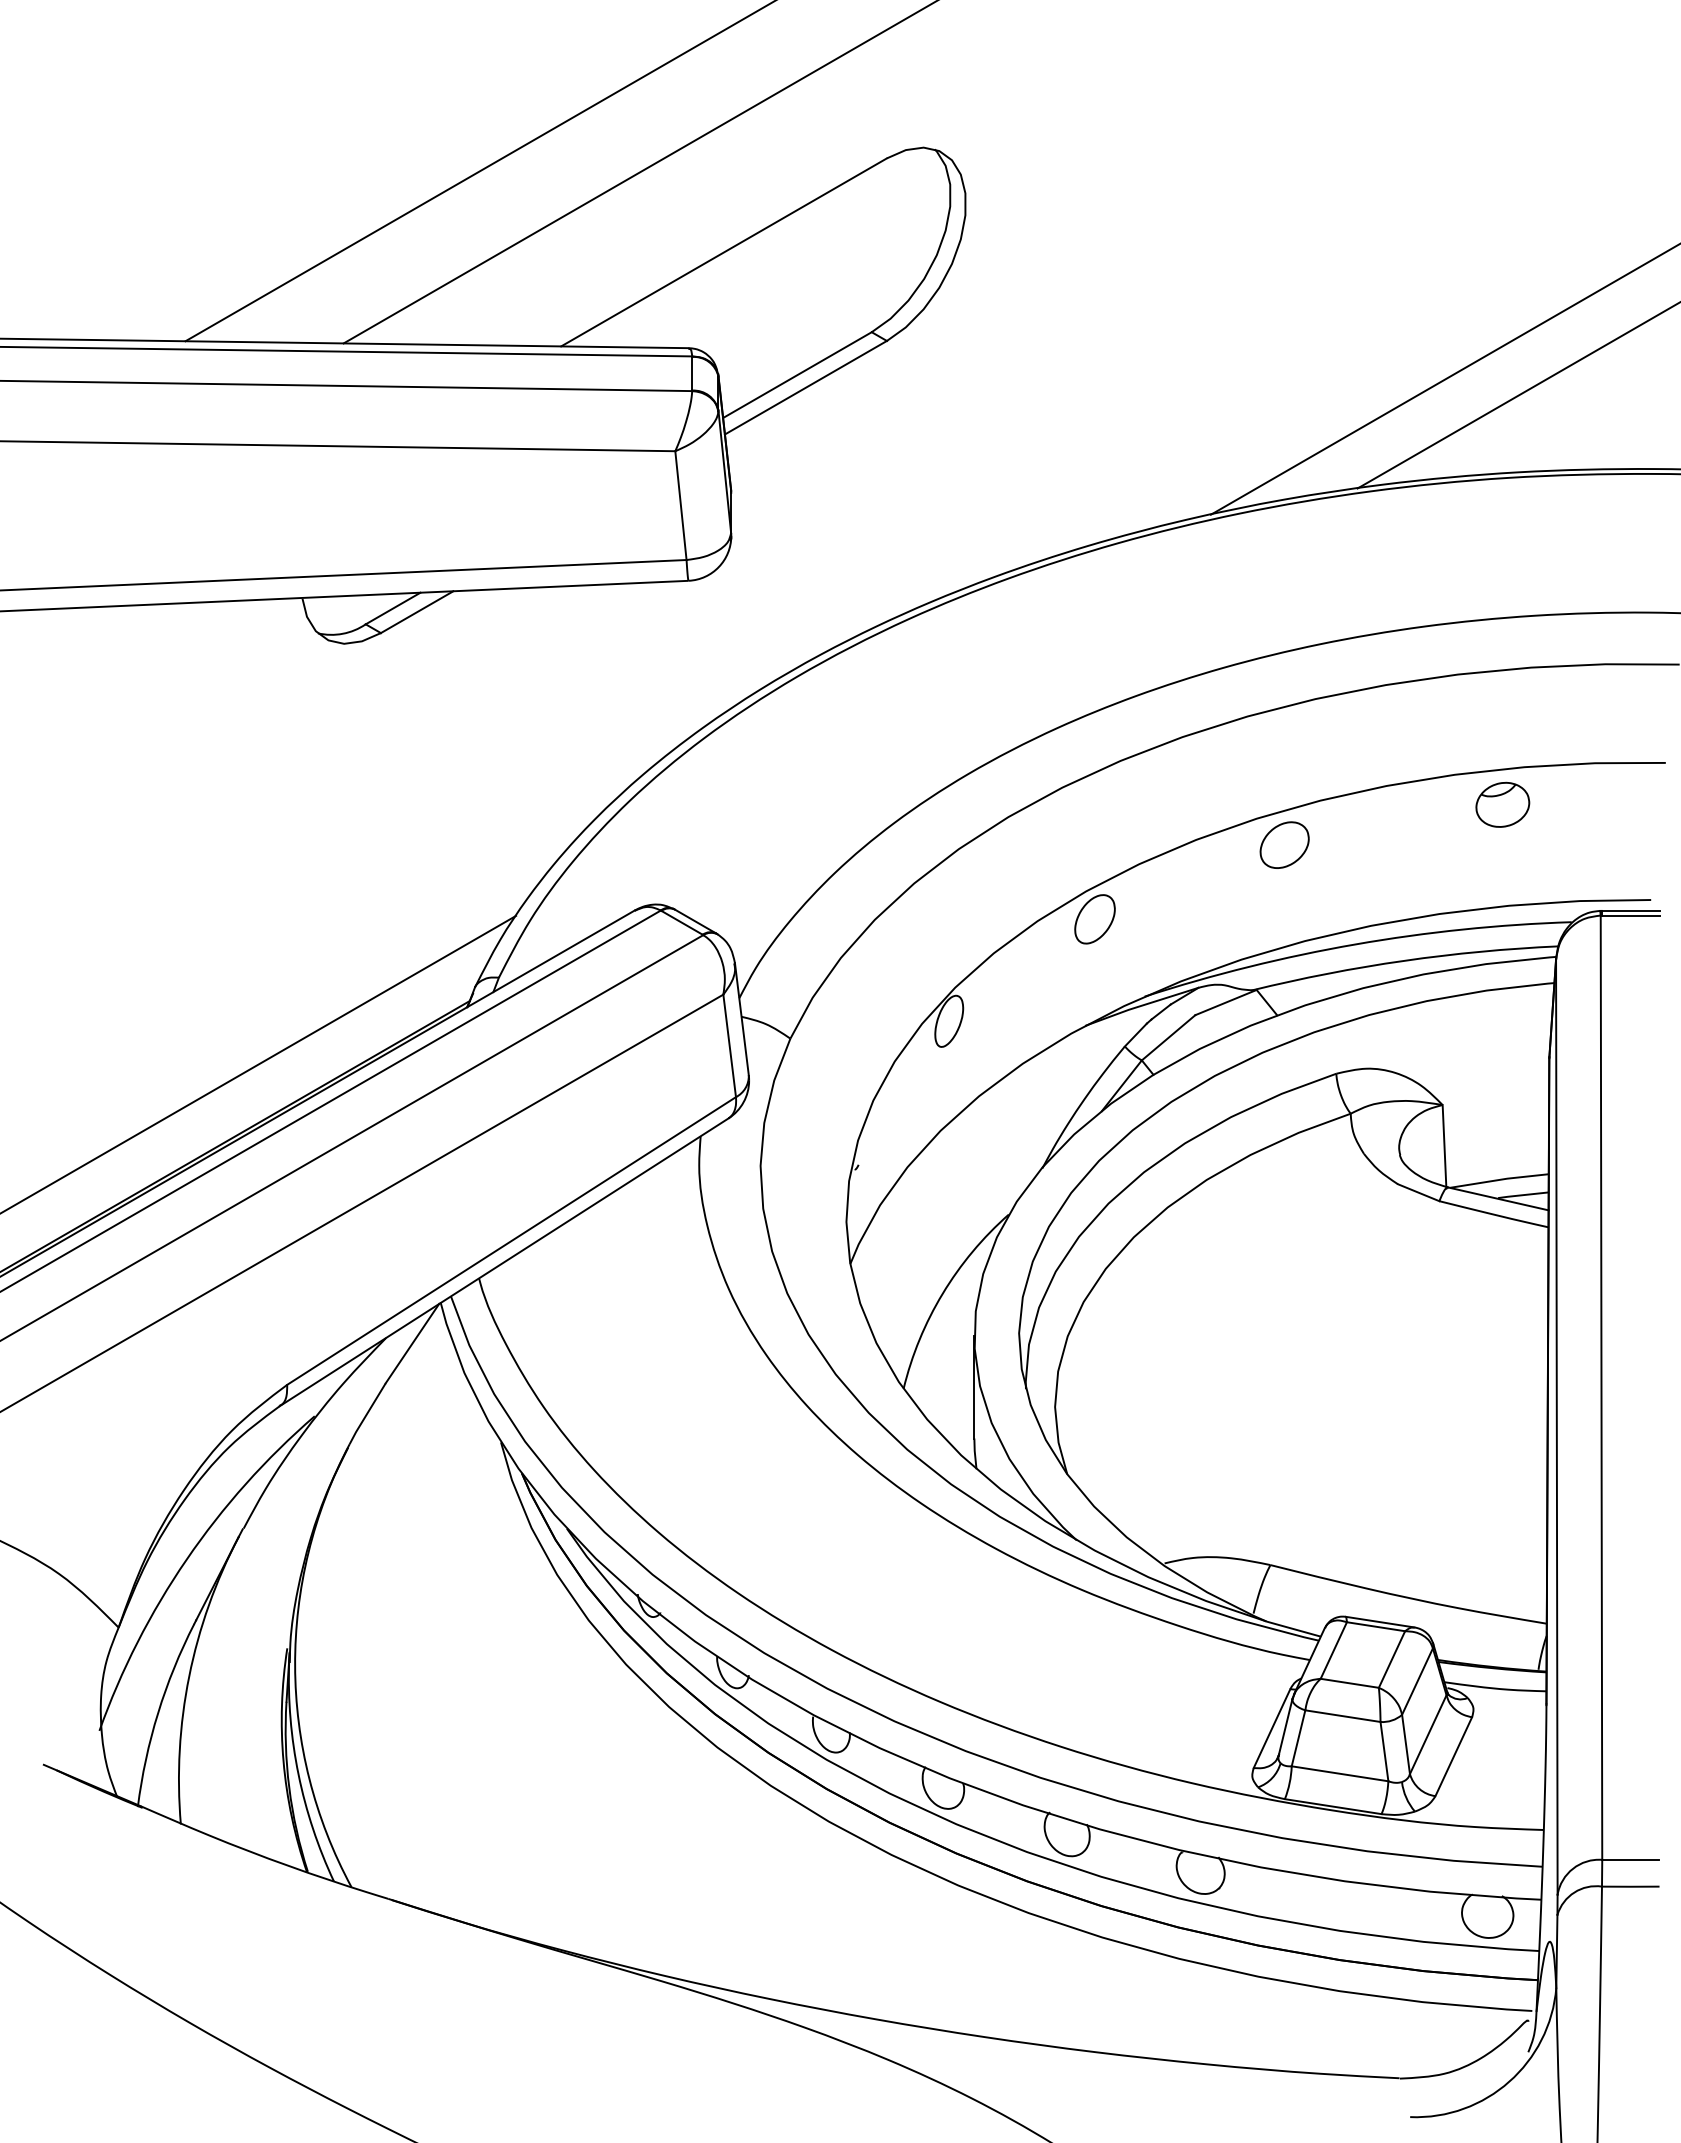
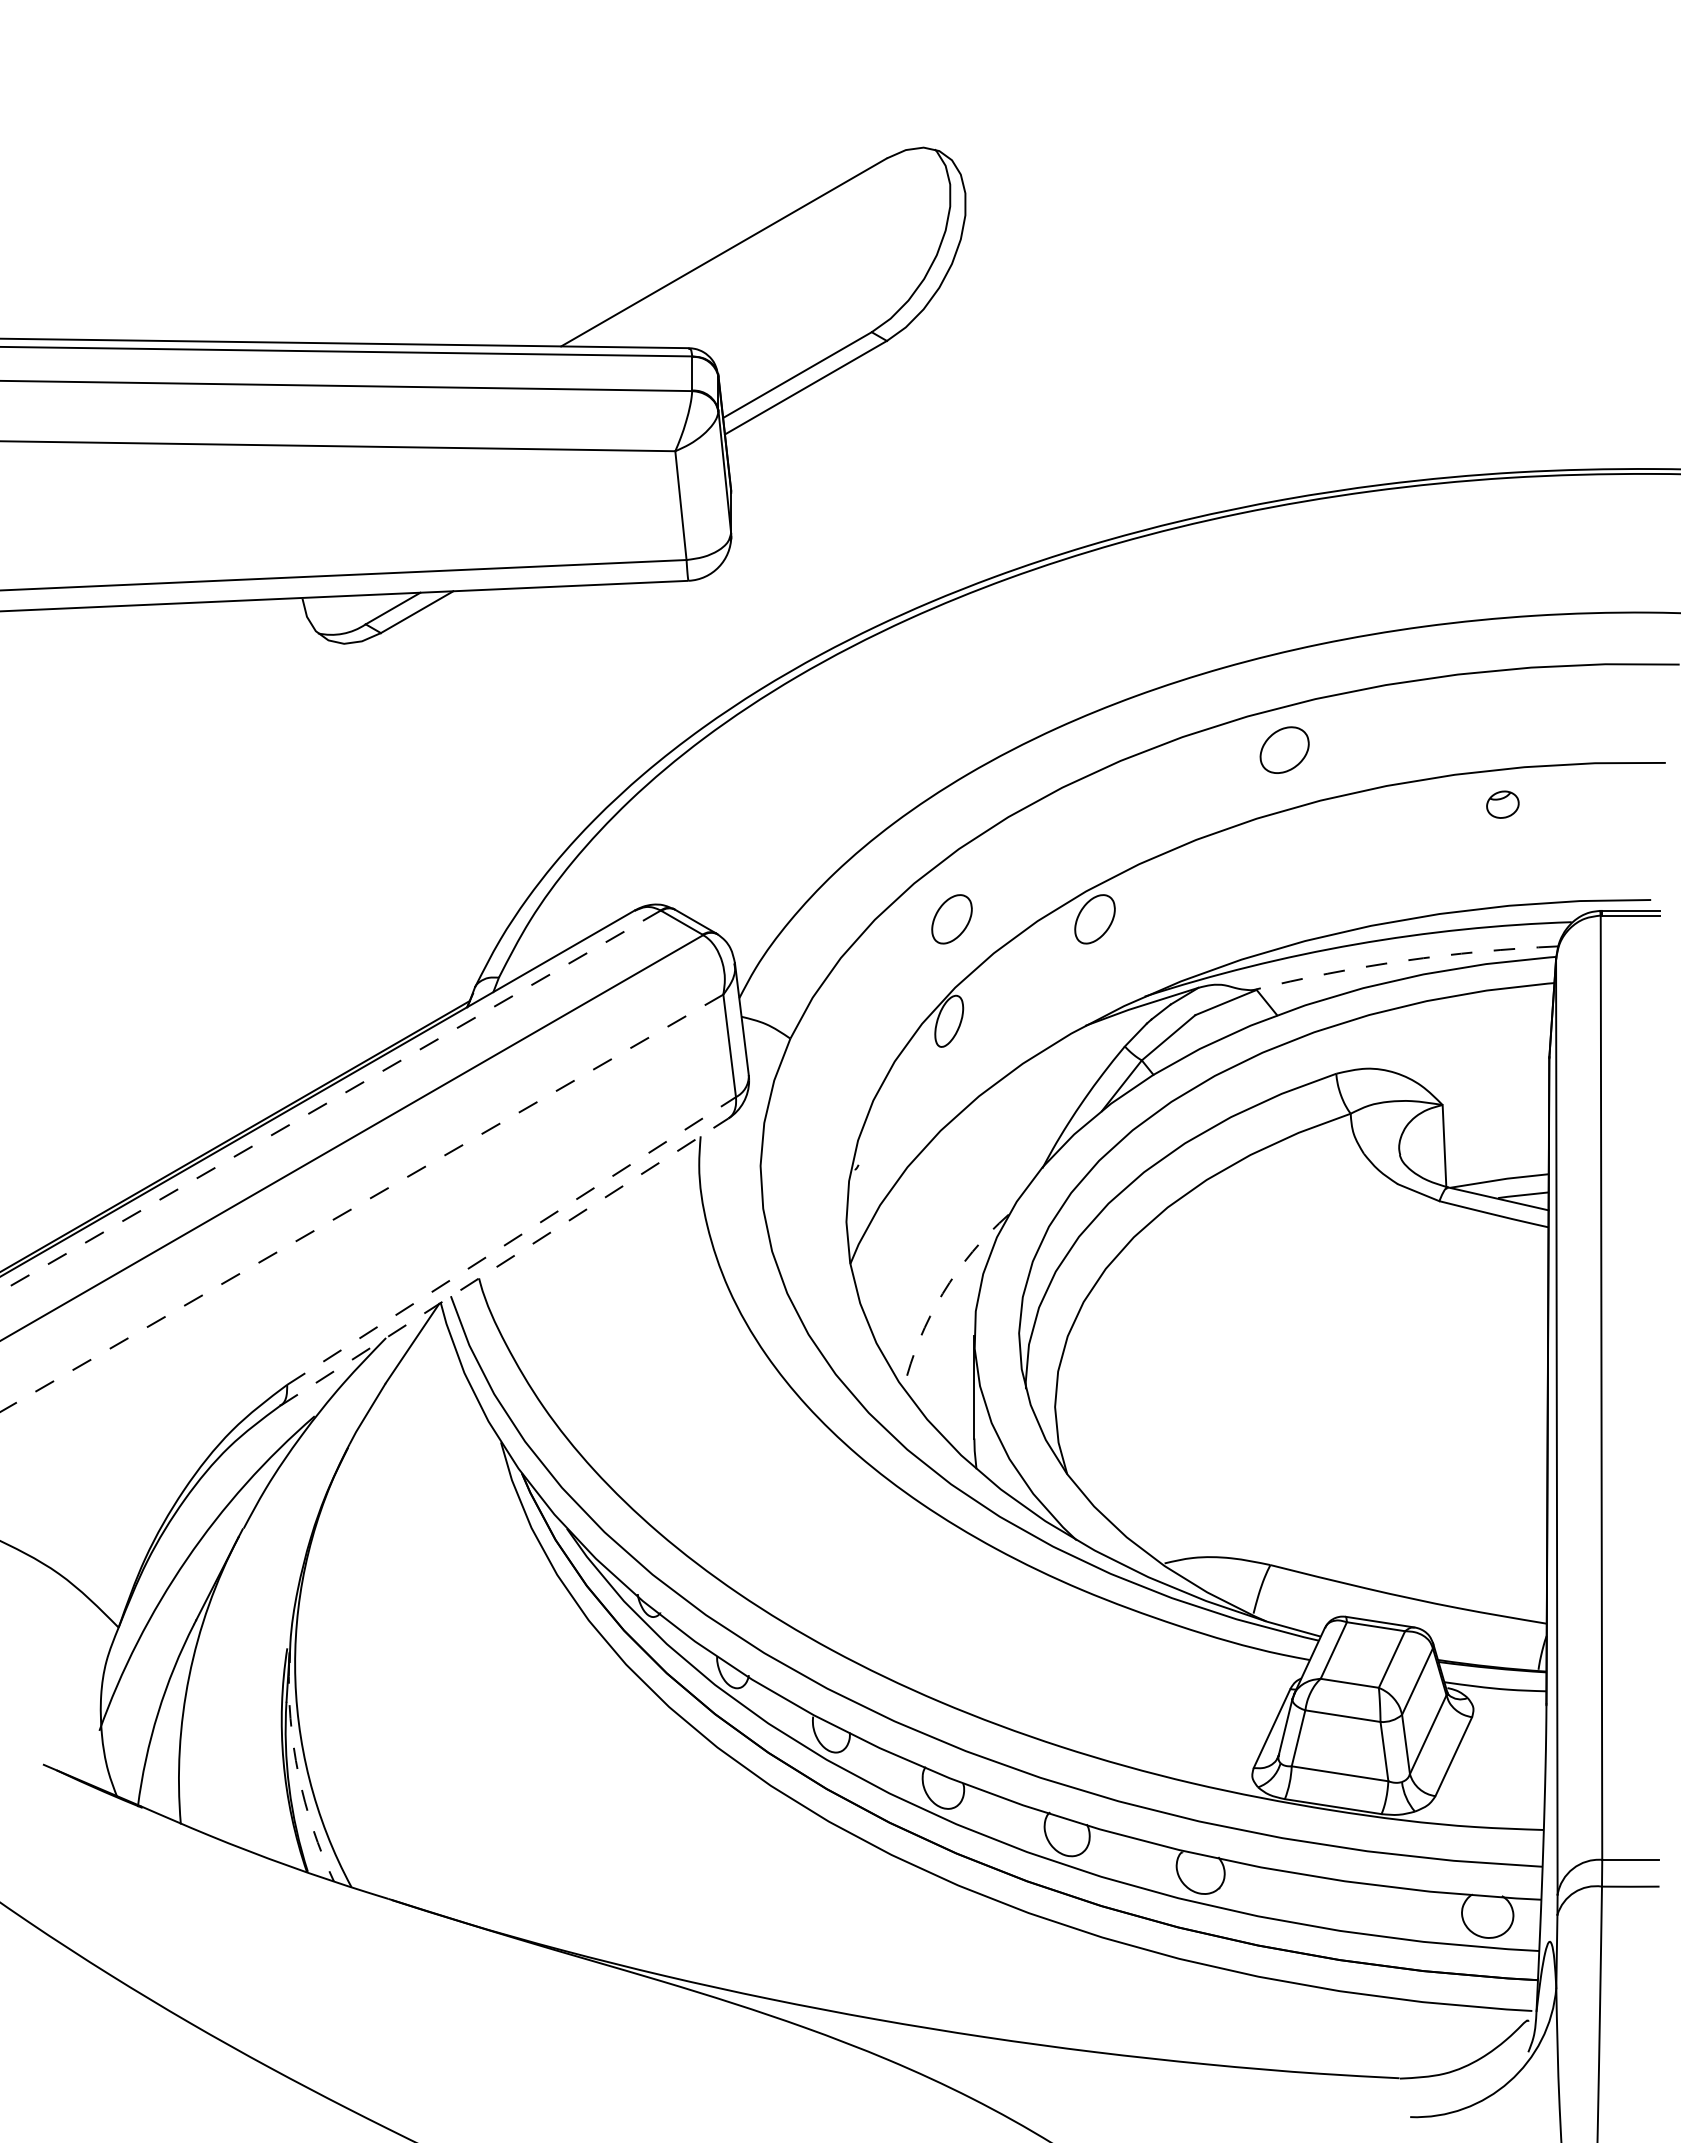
line at (478, 171): present -> none
line at (638, 172): present -> none
line at (1443, 379): present -> none
line at (1517, 395): present -> none
part at (1502, 804) size: 56x47 px -> 34x29 px
part at (1284, 844) position: (1284, 844) -> (1284, 749)
part at (951, 919): none -> present
arc at (1404, 960): solid -> dashed
line at (259, 1063): present -> none
line at (331, 1100): solid -> dashed
line at (361, 1203): solid -> dashed
line at (511, 1240): solid -> dashed
line at (504, 1262): solid -> dashed
arc at (942, 1293): solid -> dashed
arc at (298, 1774): solid -> dashed
